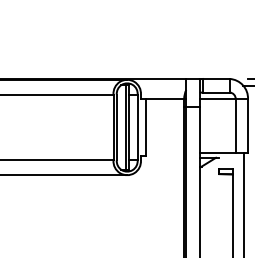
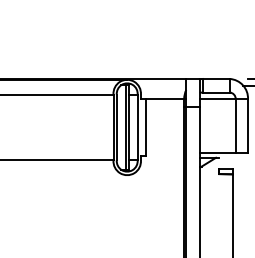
line at (64, 175): present -> none
line at (243, 203): present -> none
